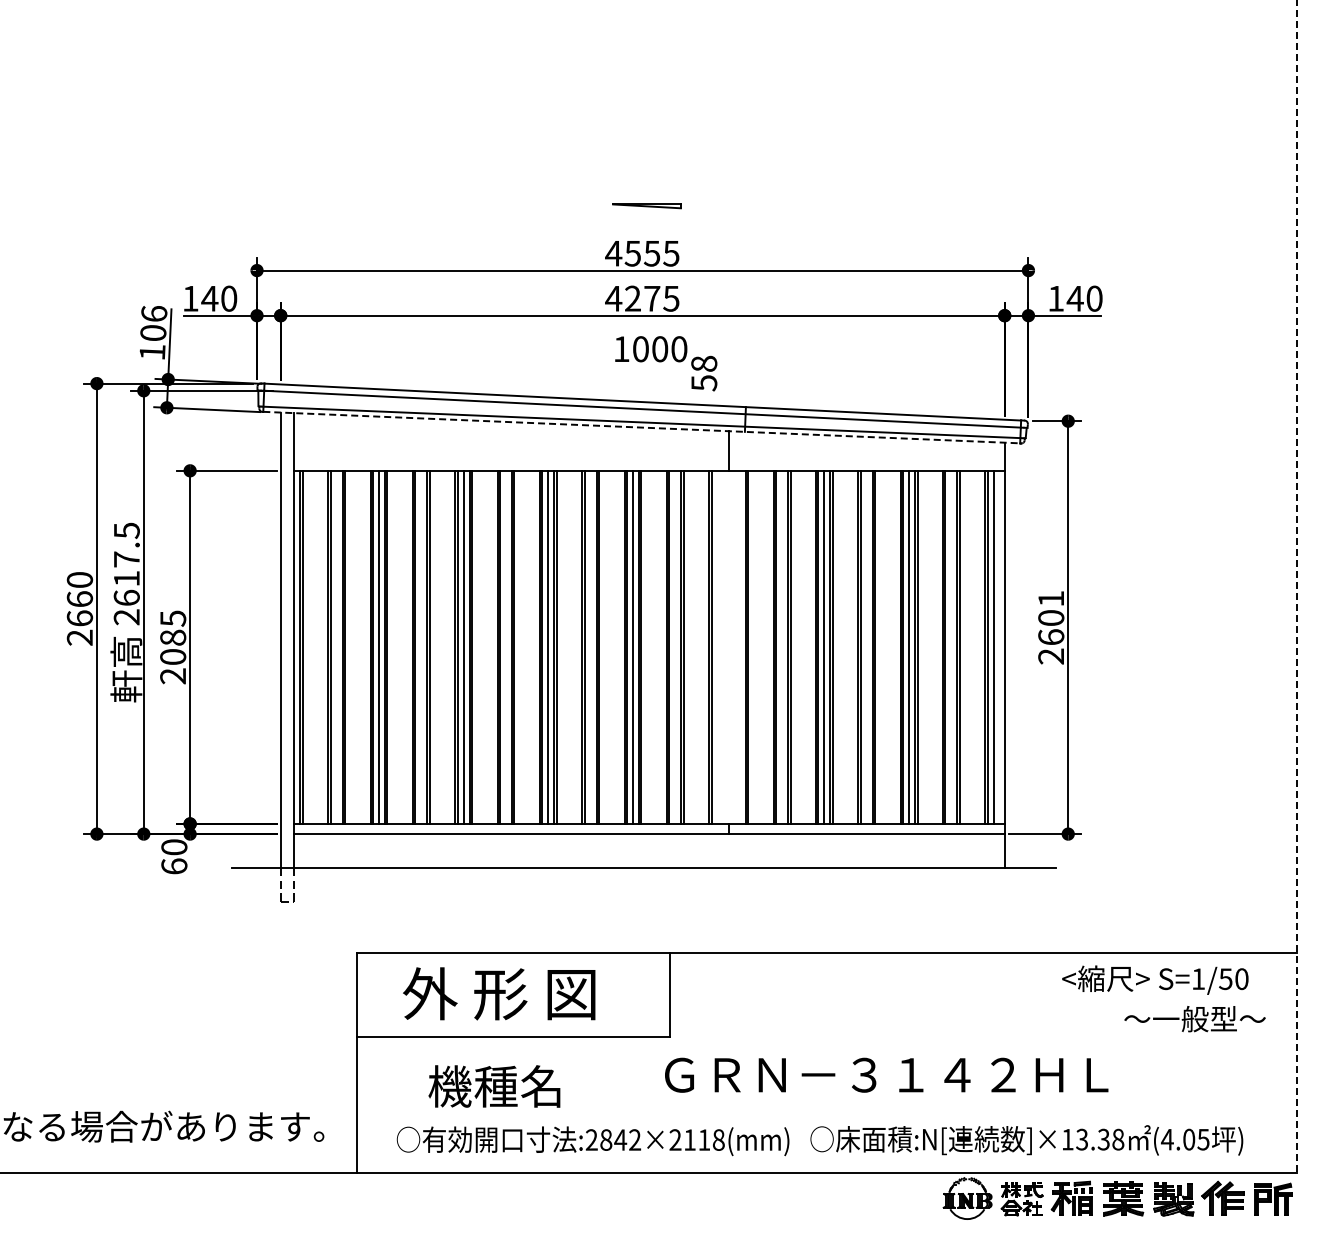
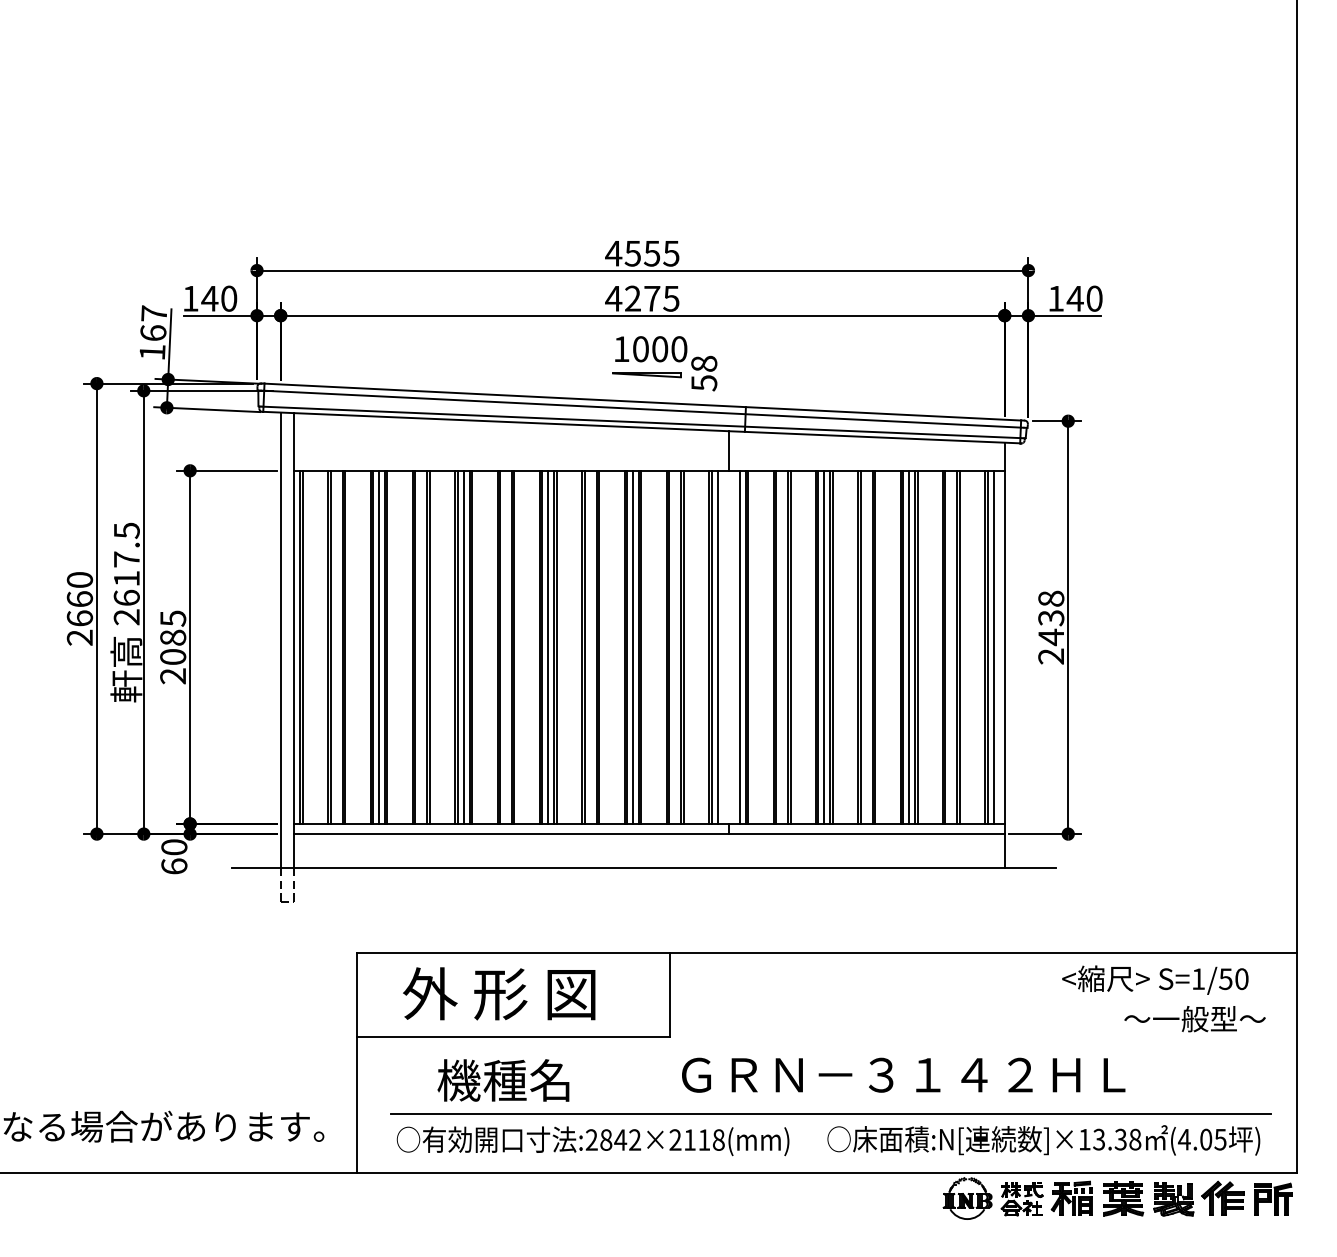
part at (646, 206) position: (646, 206) -> (646, 375)
text at (153, 322): 106 -> 167
line at (641, 427): dashed -> solid
line at (1296, 587): dashed -> solid
text at (1051, 618): 2601 -> 2438
line at (717, 646): none -> present
line at (739, 646): none -> present
text at (886, 1074) position: (886, 1074) -> (903, 1074)
text at (494, 1086) position: (494, 1086) -> (503, 1080)
line at (830, 1114): none -> present
text at (1026, 1140) position: (1026, 1140) -> (1043, 1140)
